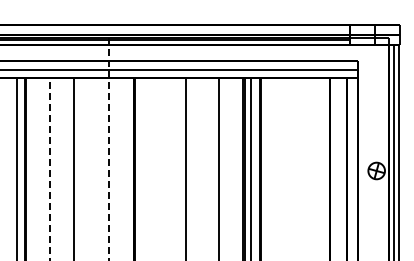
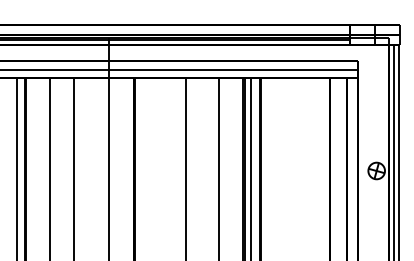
line at (108, 149): dashed -> solid
line at (49, 169): dashed -> solid
